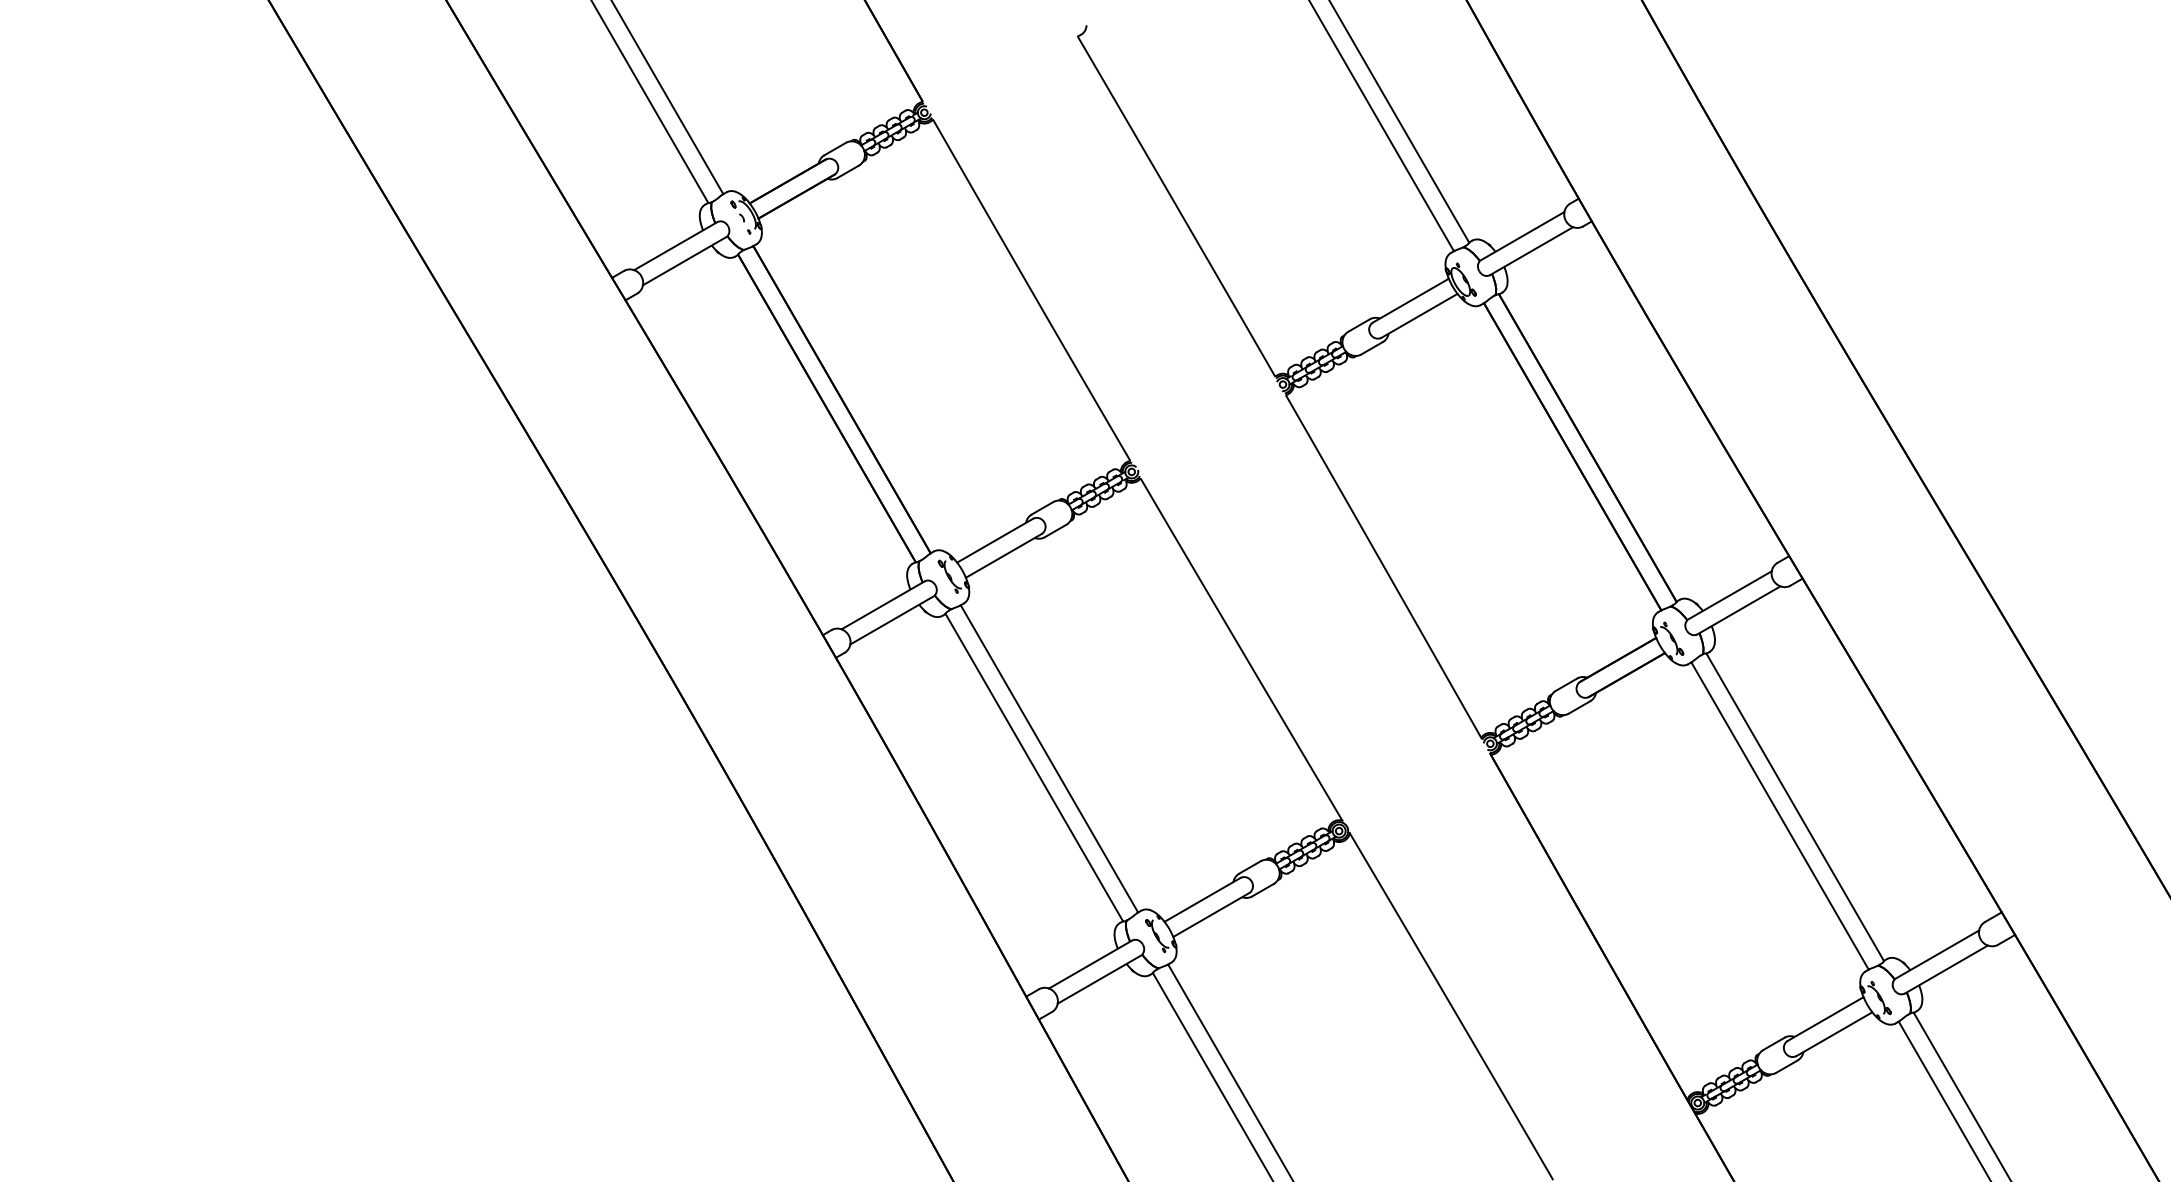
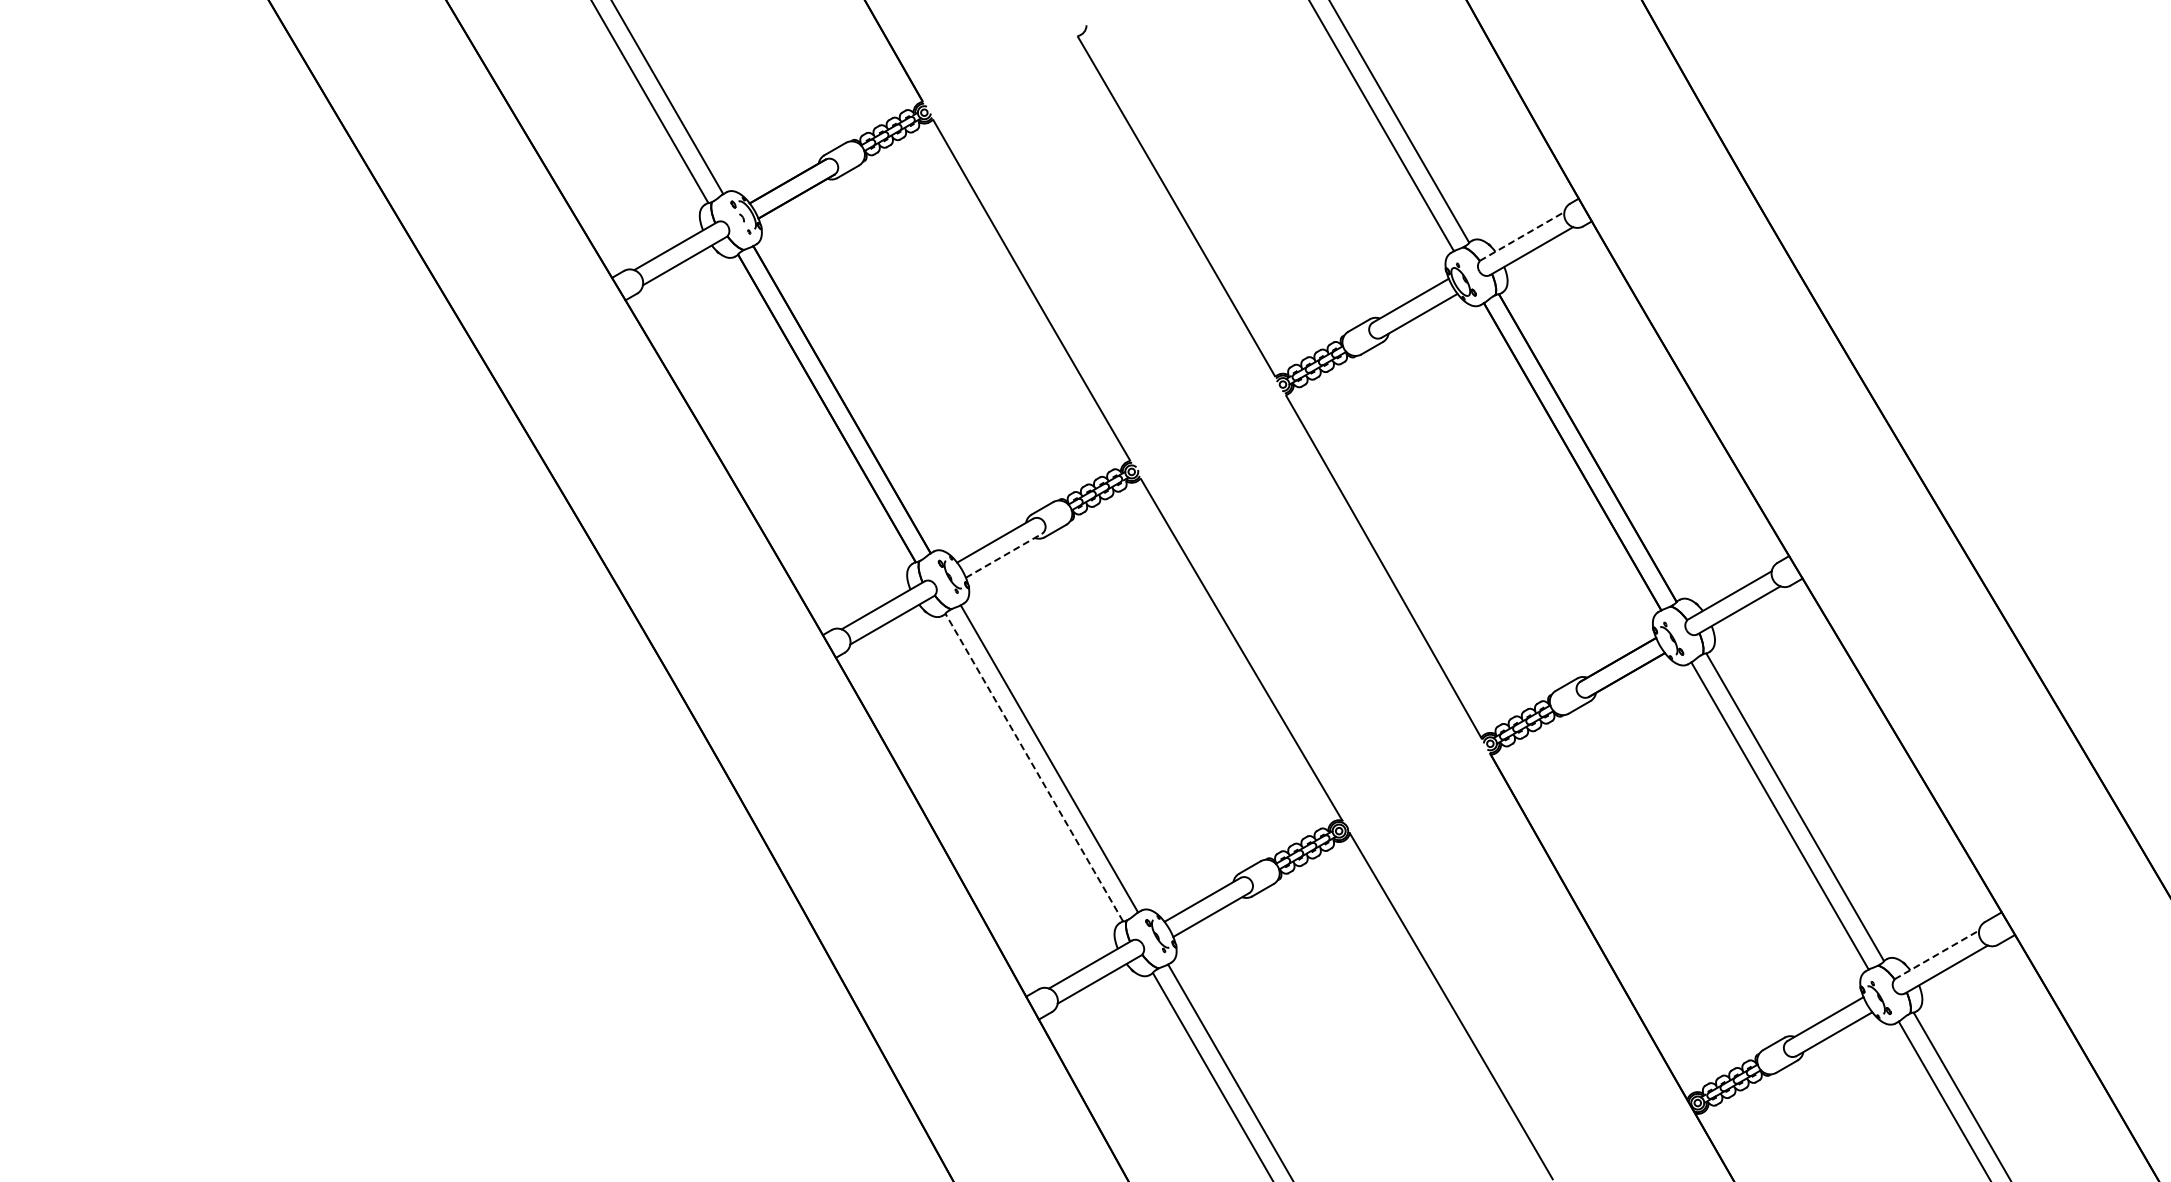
line at (1522, 236): solid -> dashed
line at (1003, 555): solid -> dashed
line at (1034, 767): solid -> dashed
line at (1936, 954): solid -> dashed
